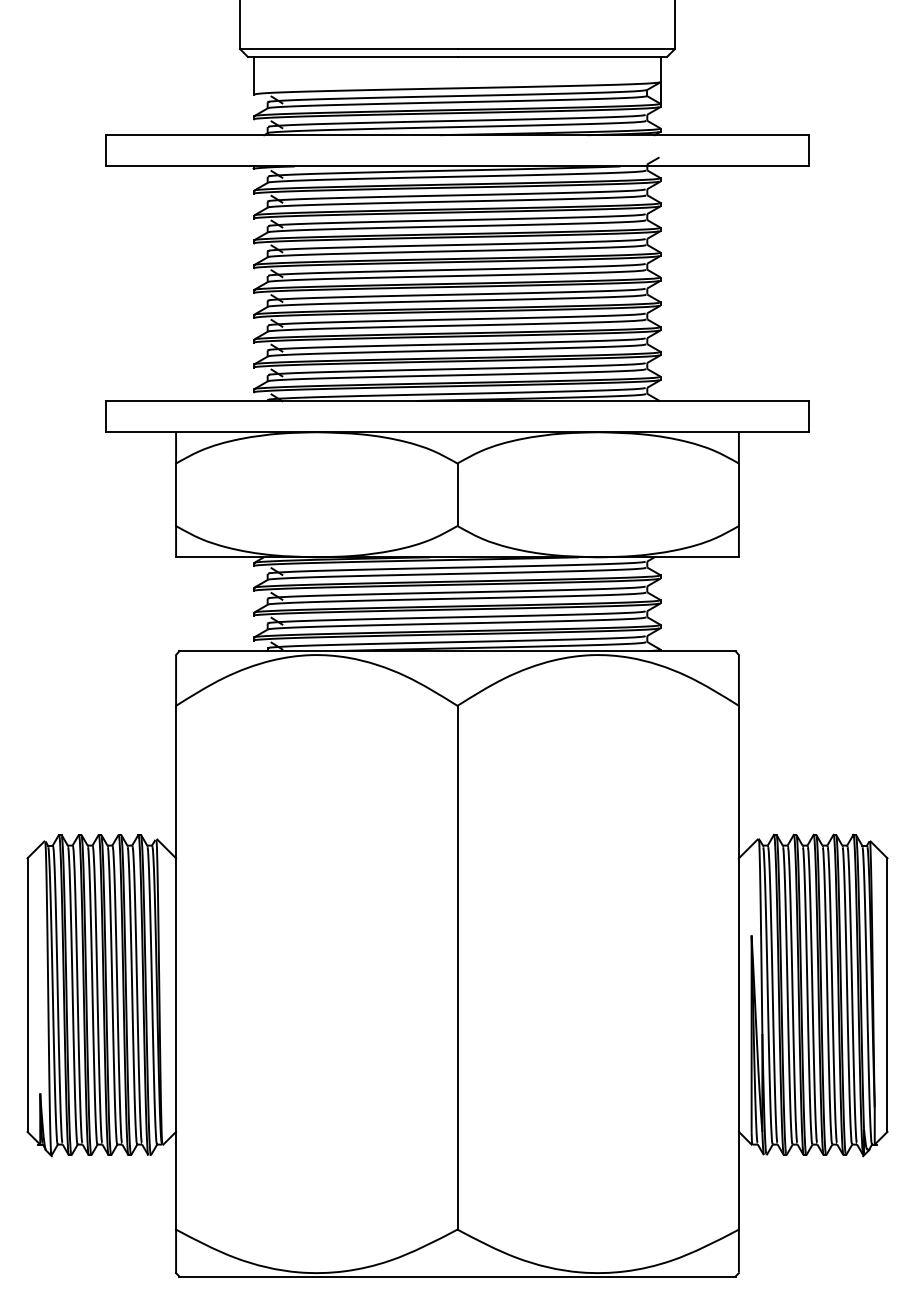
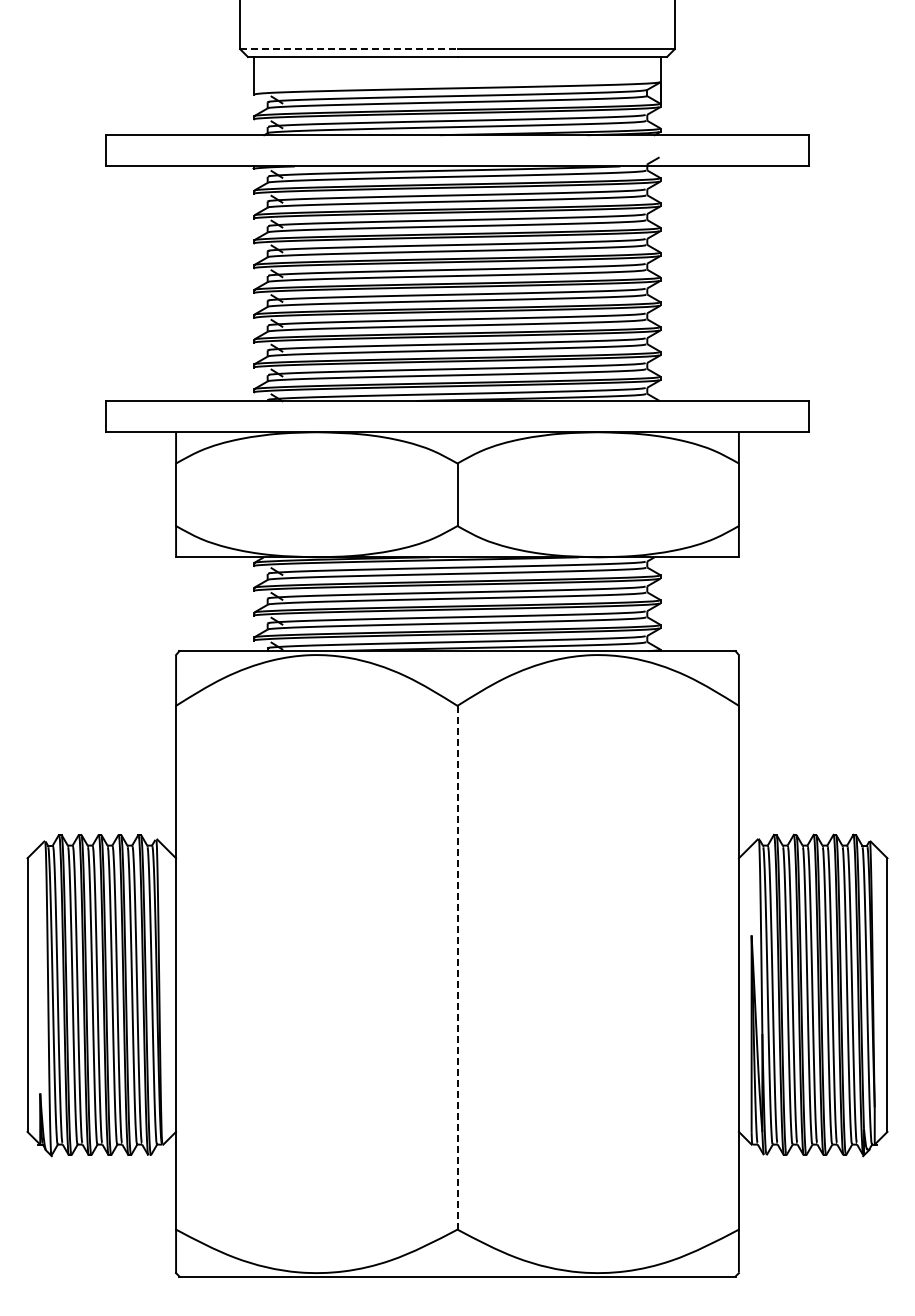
line at (348, 49): solid -> dashed
line at (457, 967): solid -> dashed
